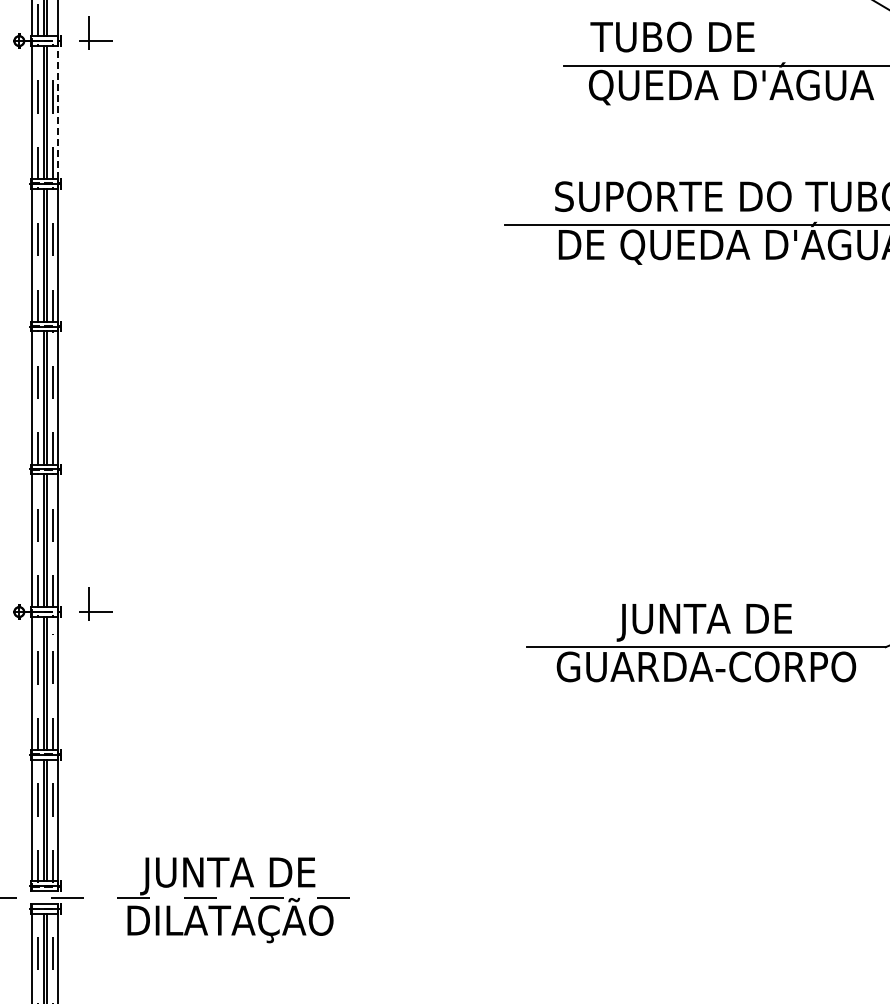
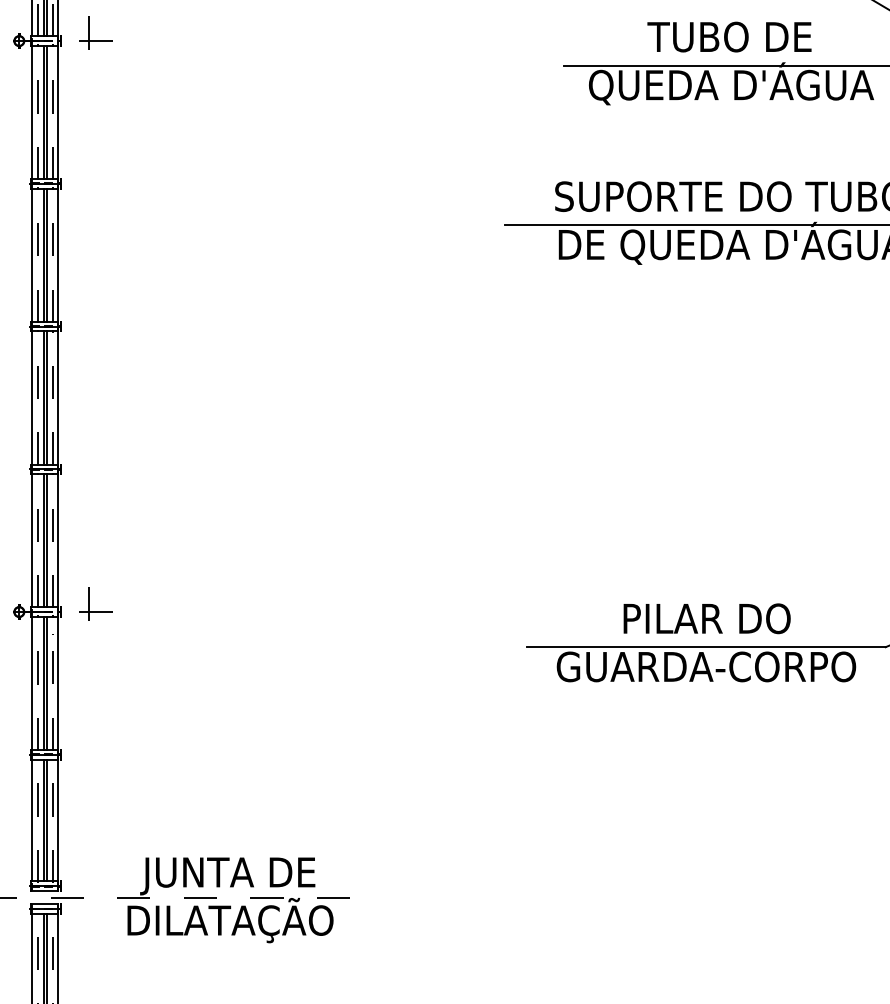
line at (52, 19): none -> present
text at (672, 36) position: (672, 36) -> (729, 36)
line at (58, 112): dashed -> solid
text at (703, 622): JUNTA DE -> PILAR DO
